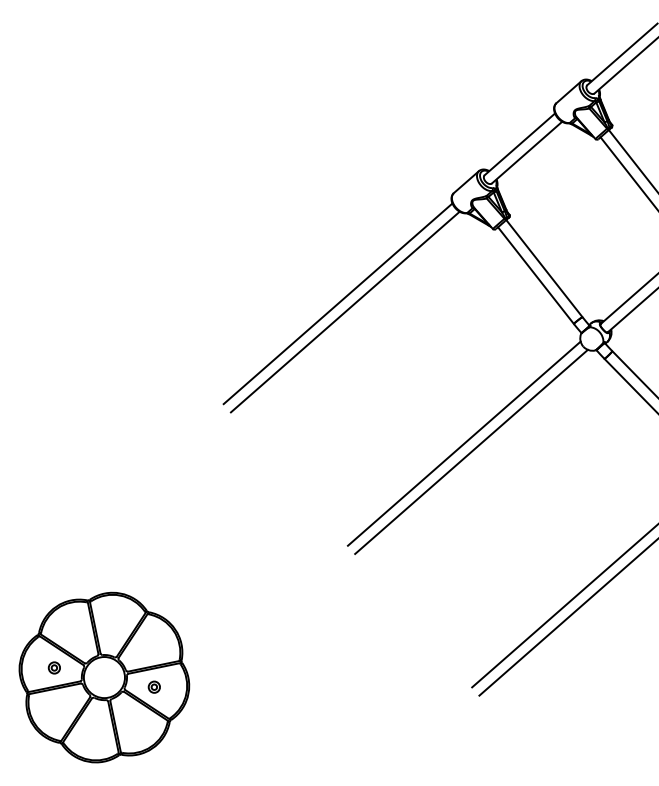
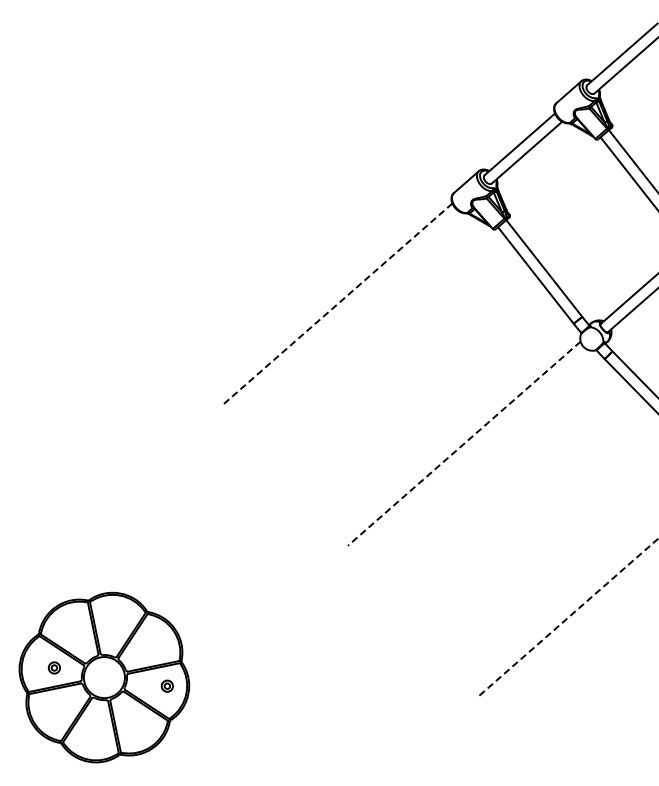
line at (337, 304): solid -> dashed
line at (344, 311): present -> none
line at (464, 443): solid -> dashed
line at (471, 451): present -> none
line at (563, 606): present -> none
line at (569, 616): solid -> dashed
part at (153, 686) position: (153, 686) -> (166, 685)
